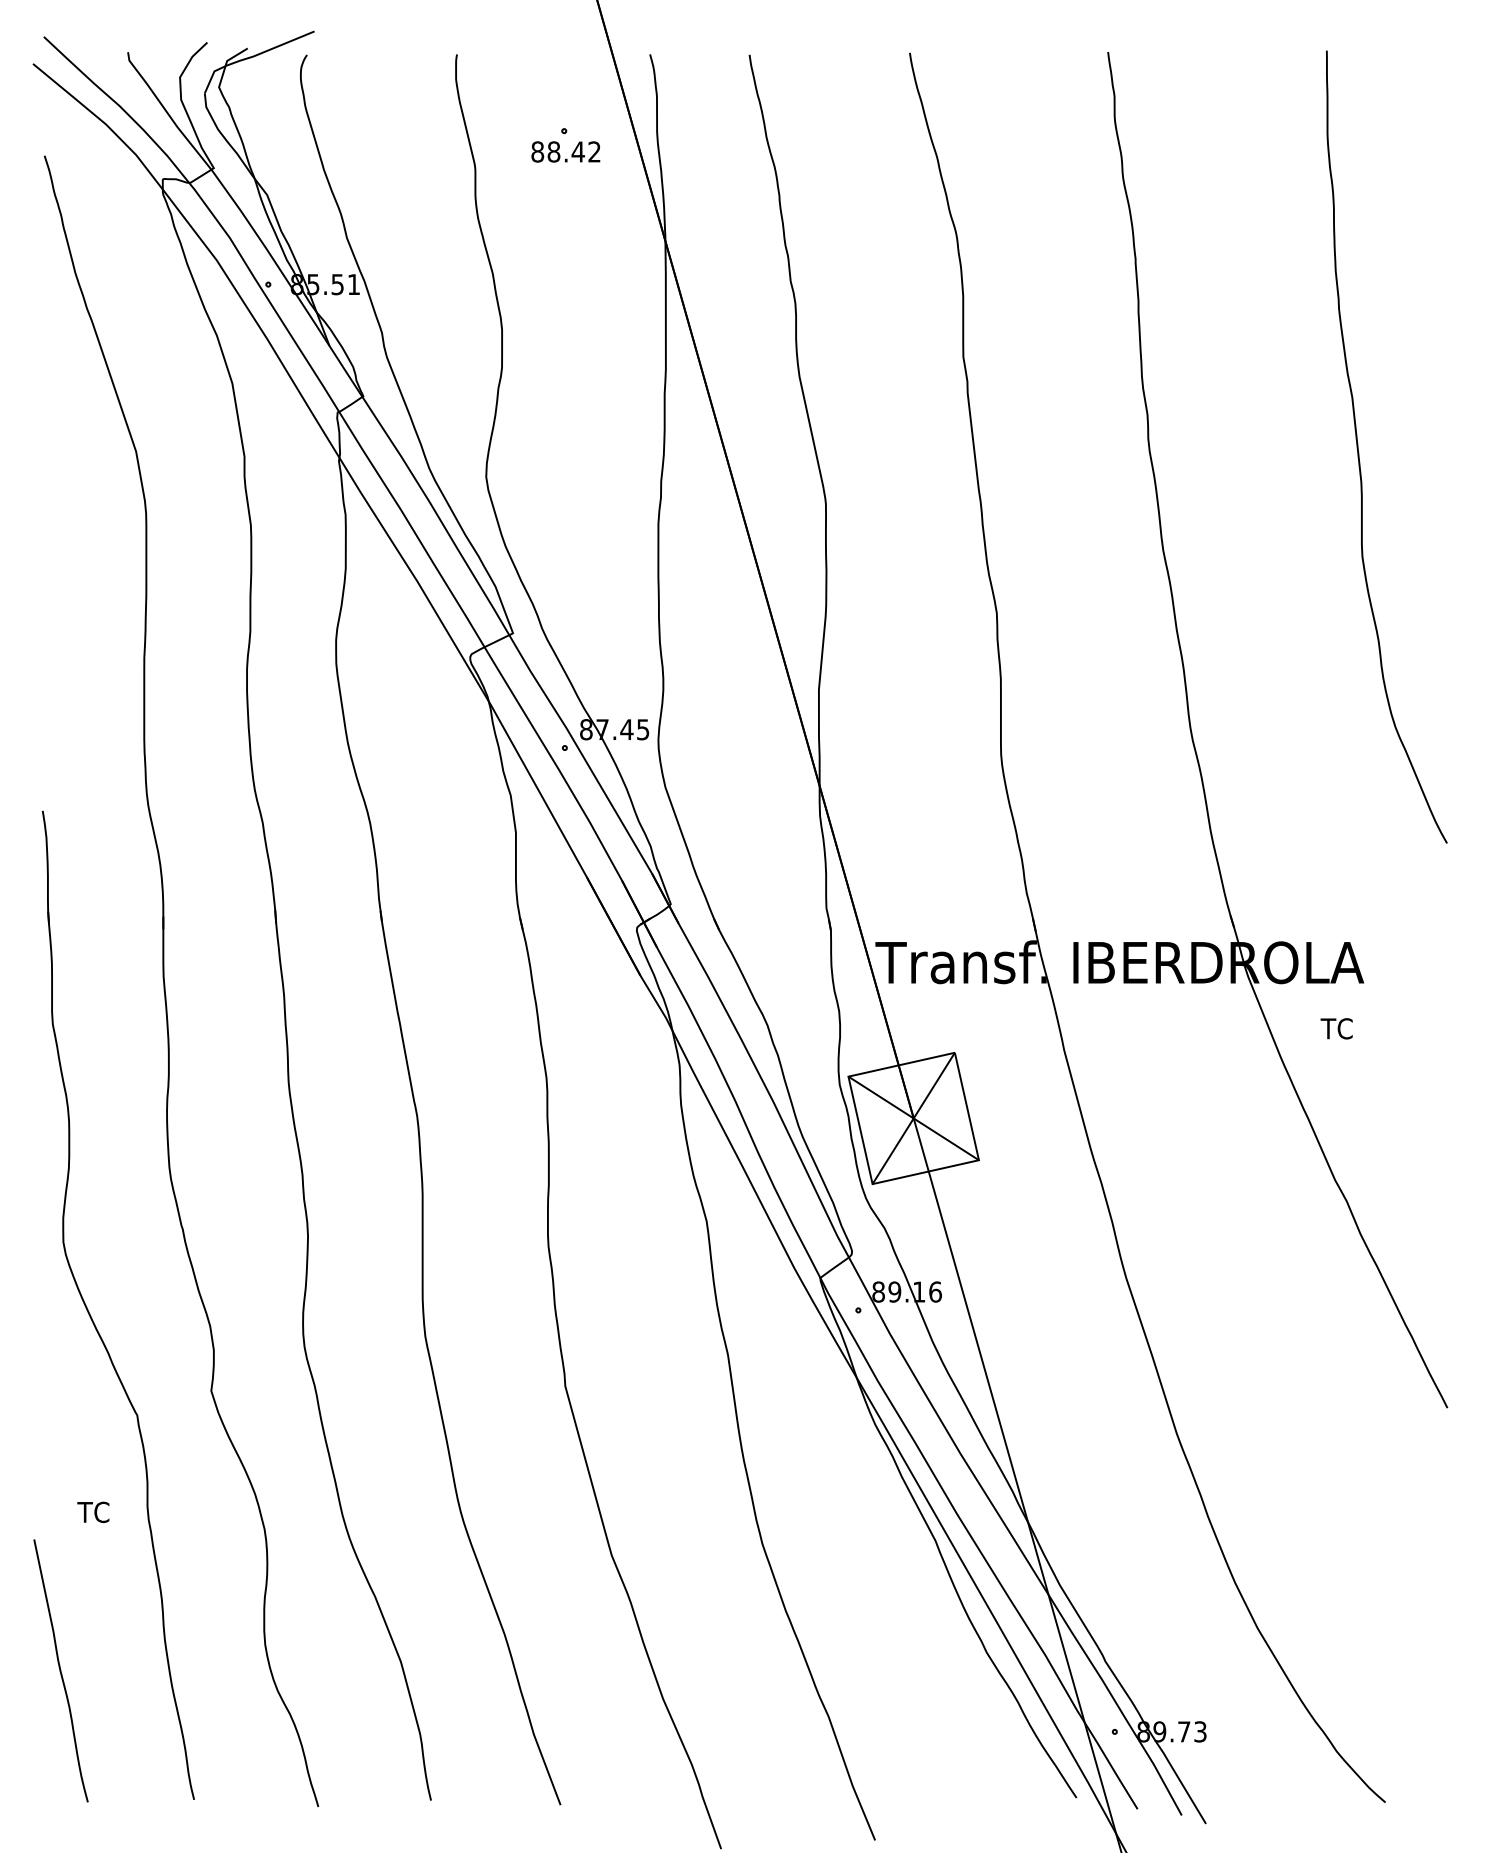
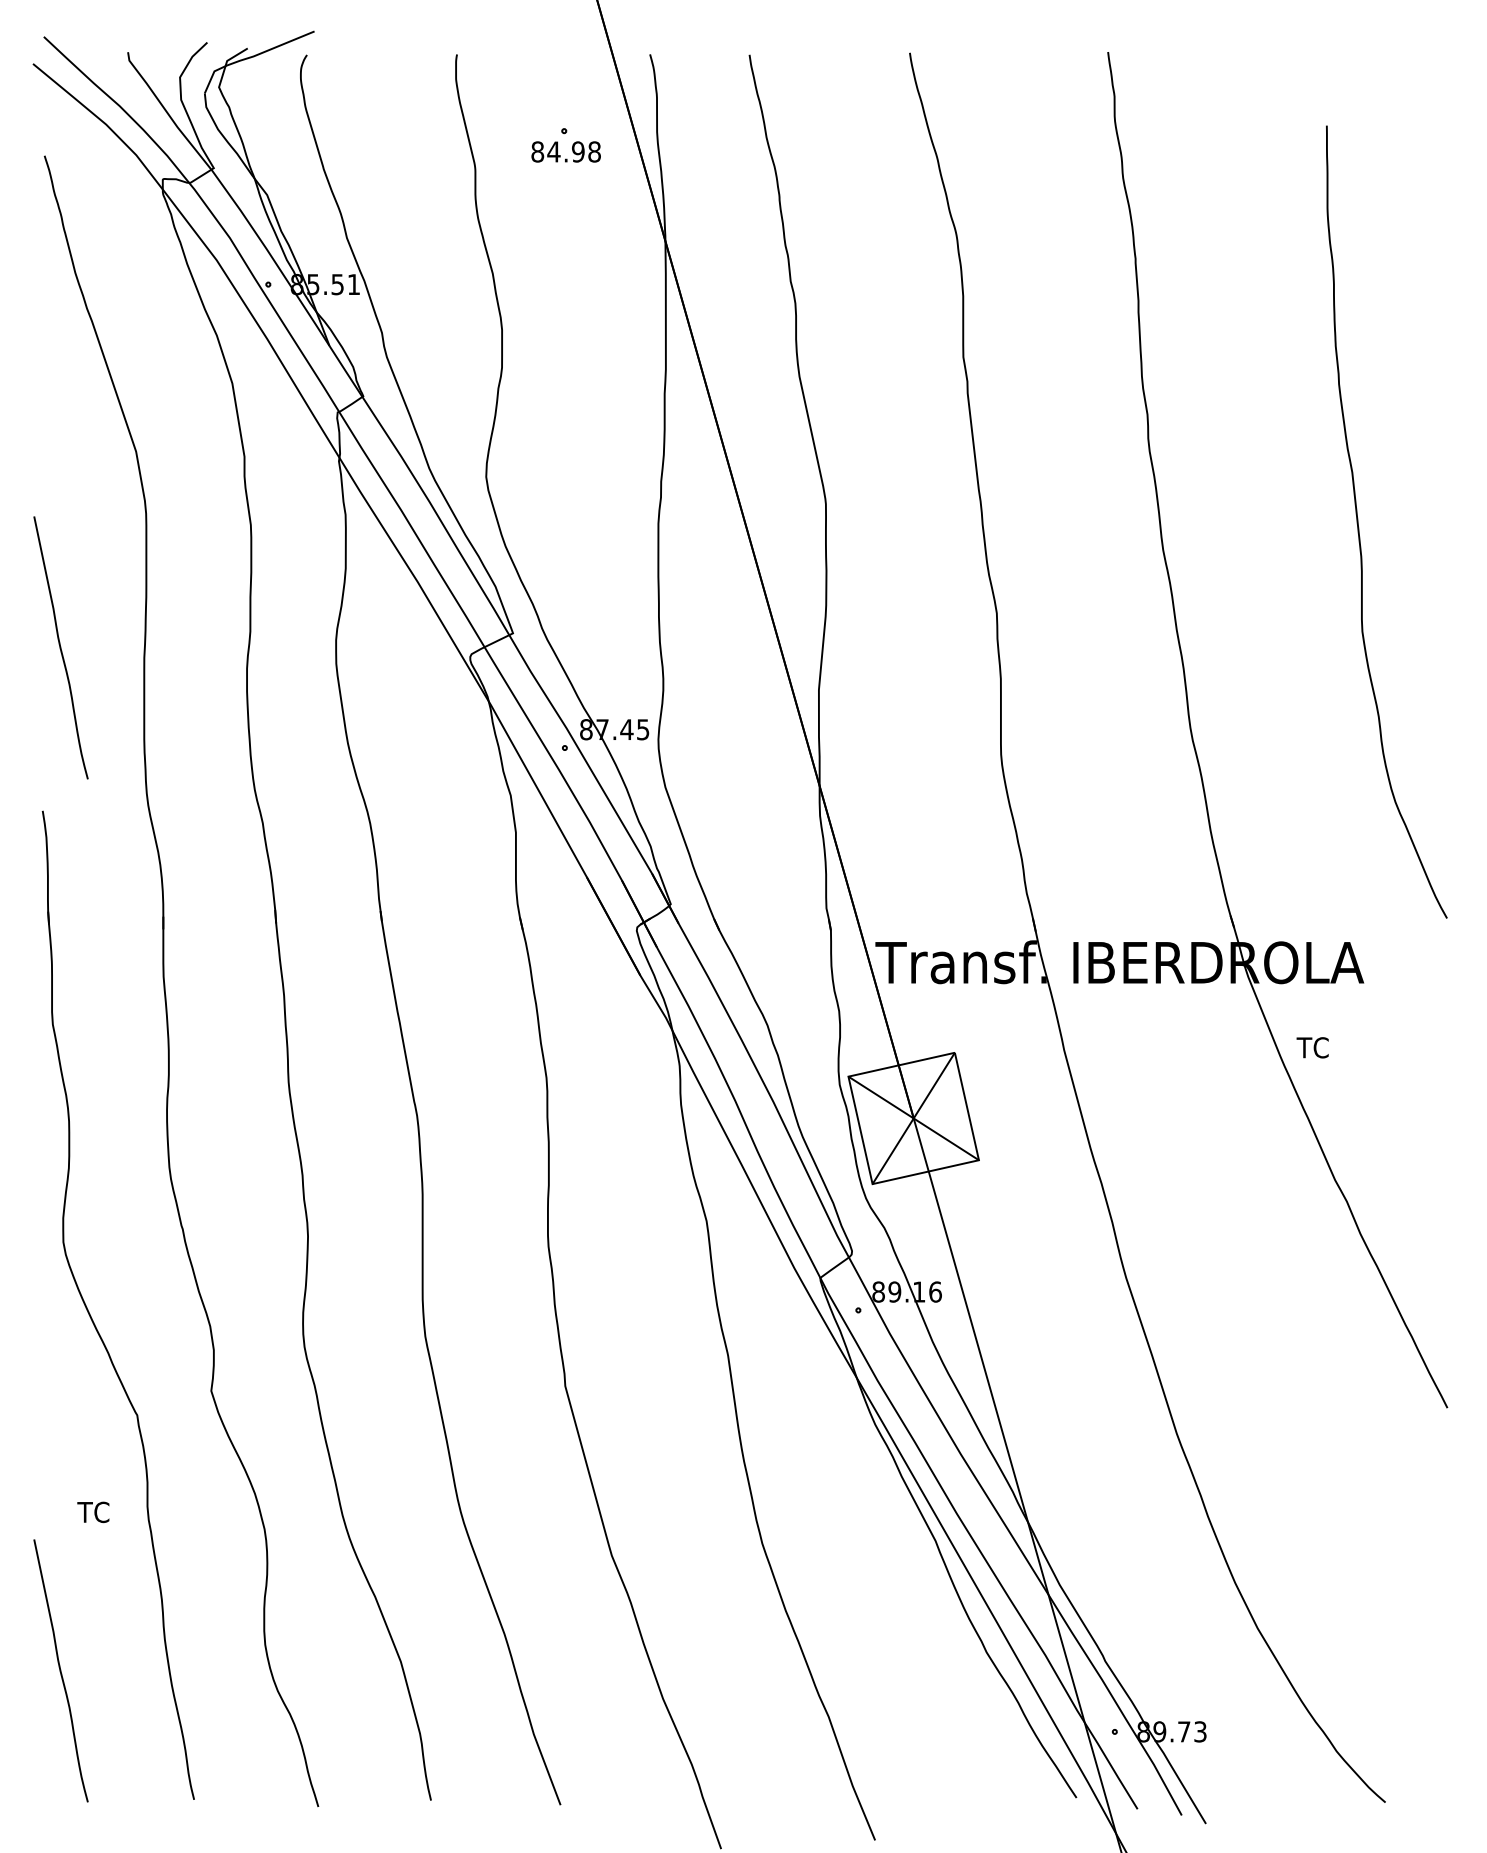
text at (573, 151): 88.42 -> 84.98
curve at (1359, 452) position: (1359, 452) -> (1359, 527)
curve at (60, 647): none -> present
text at (1336, 1028) position: (1336, 1028) -> (1312, 1047)
